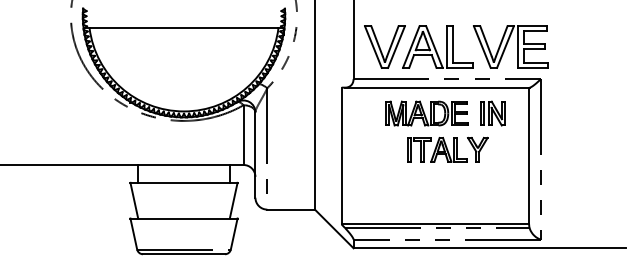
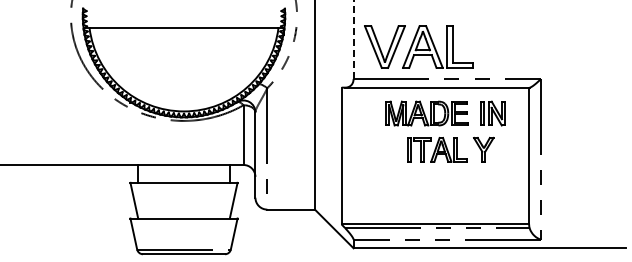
line at (353, 39): solid -> dashed
part at (510, 46): present -> none
part at (477, 149) position: (477, 149) -> (483, 149)
